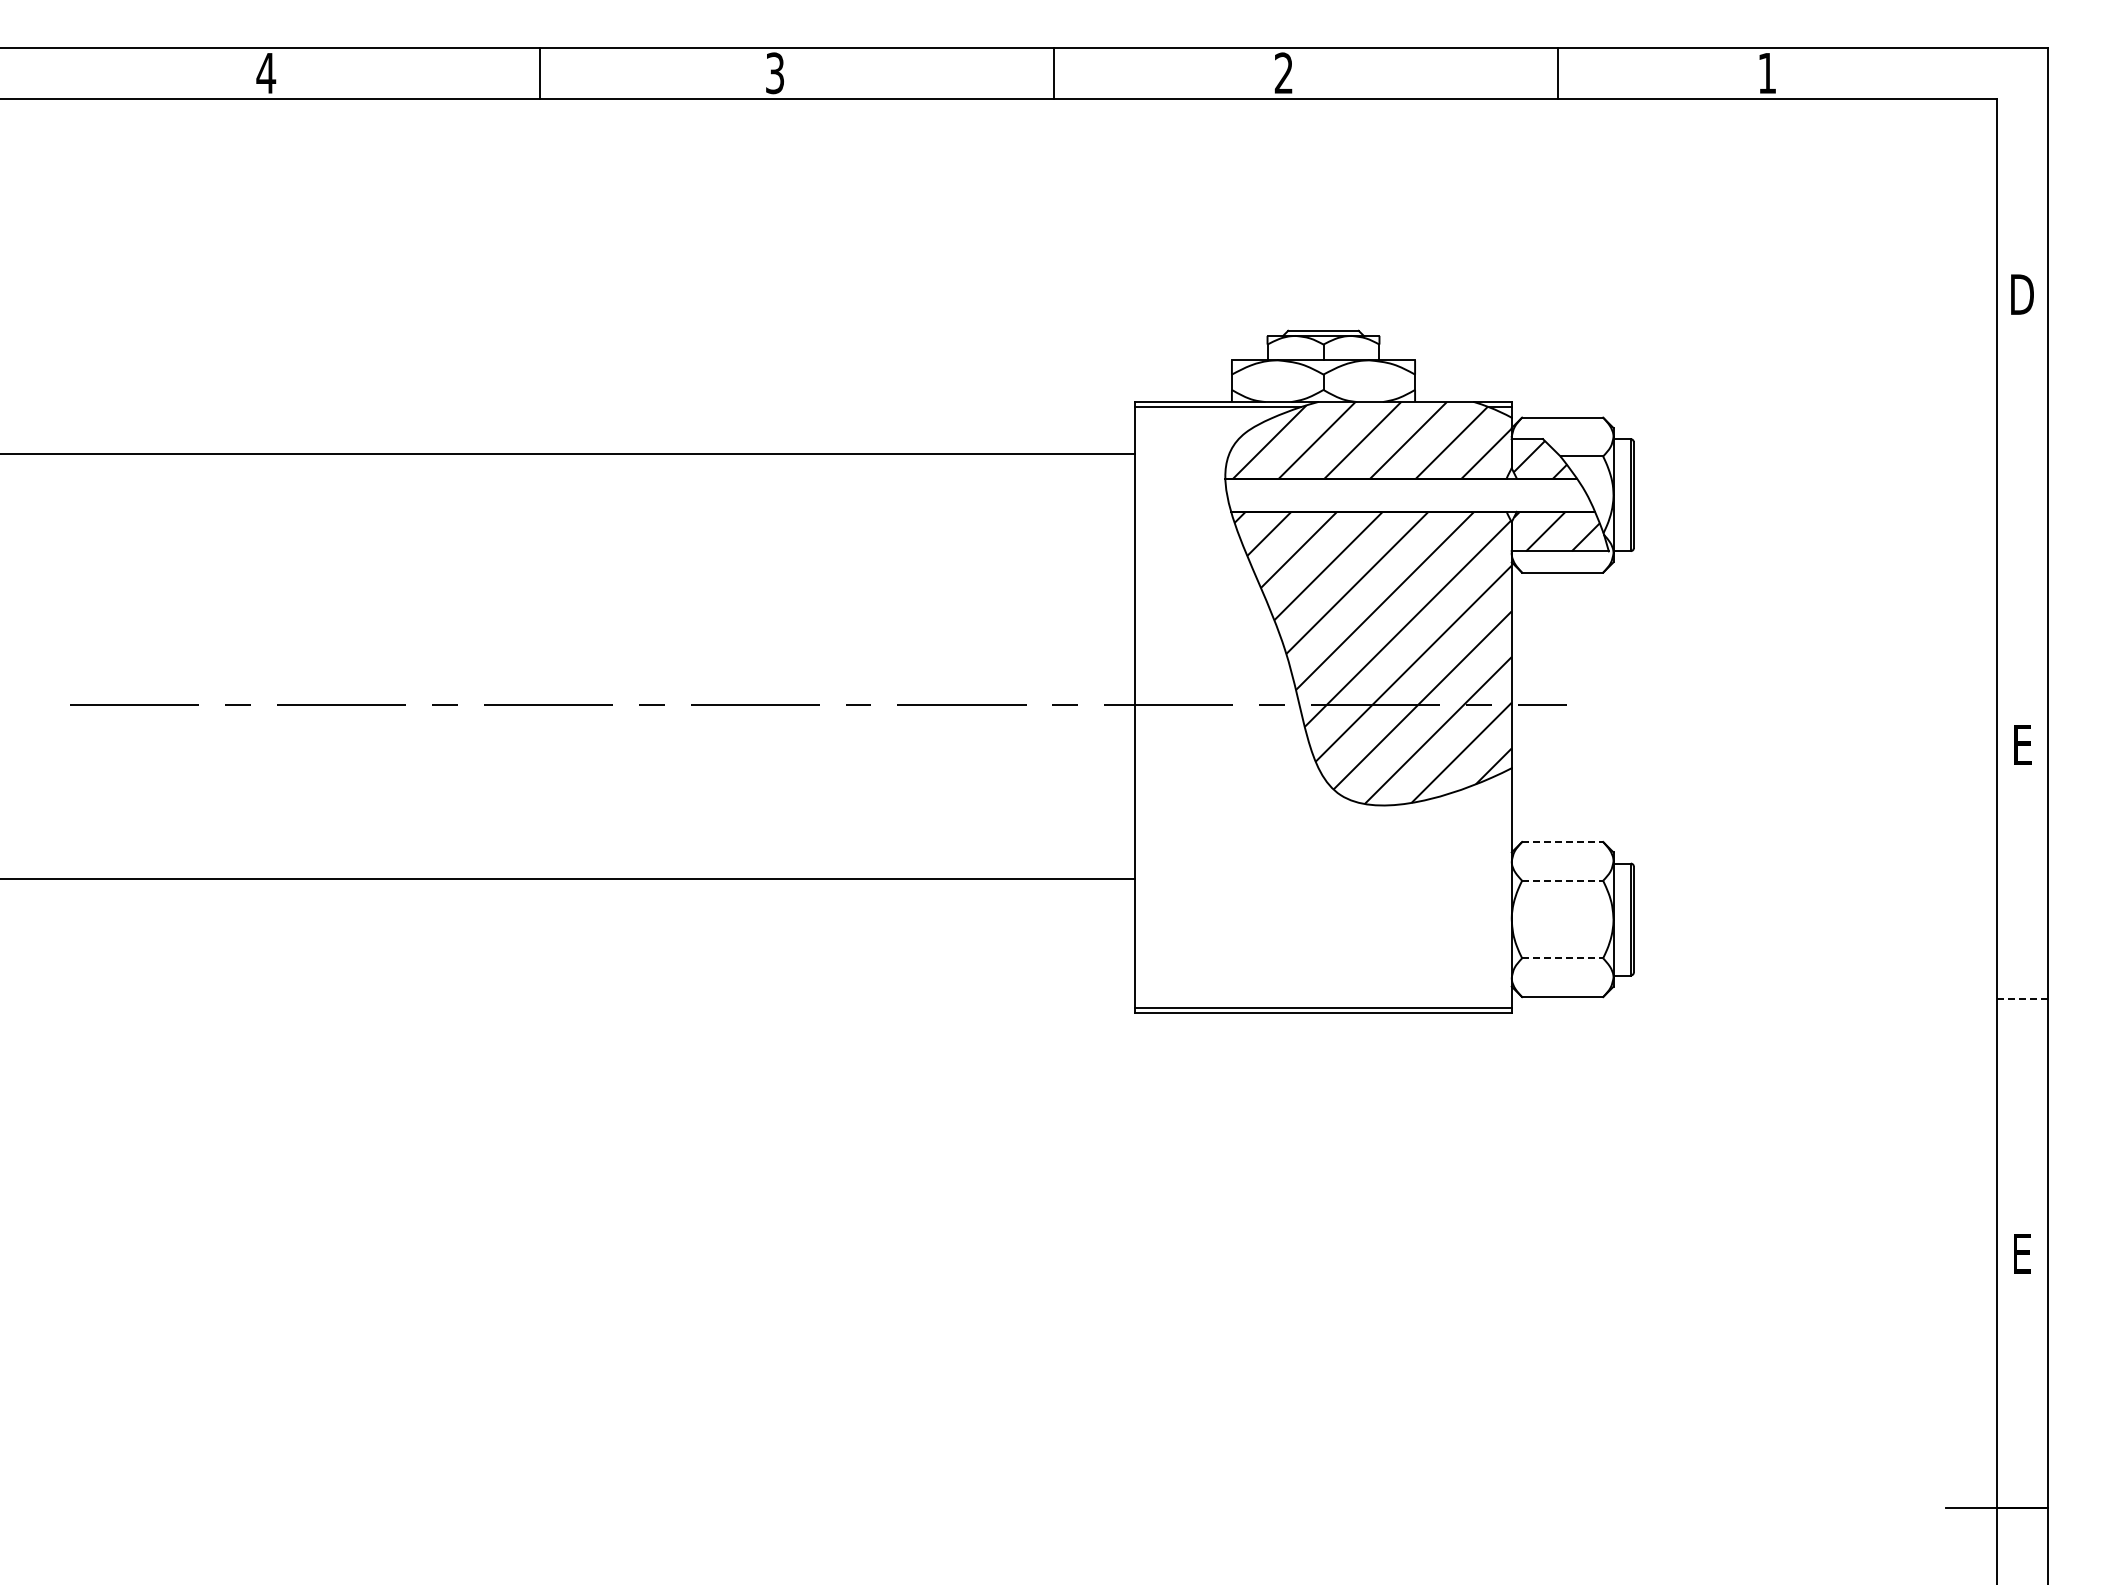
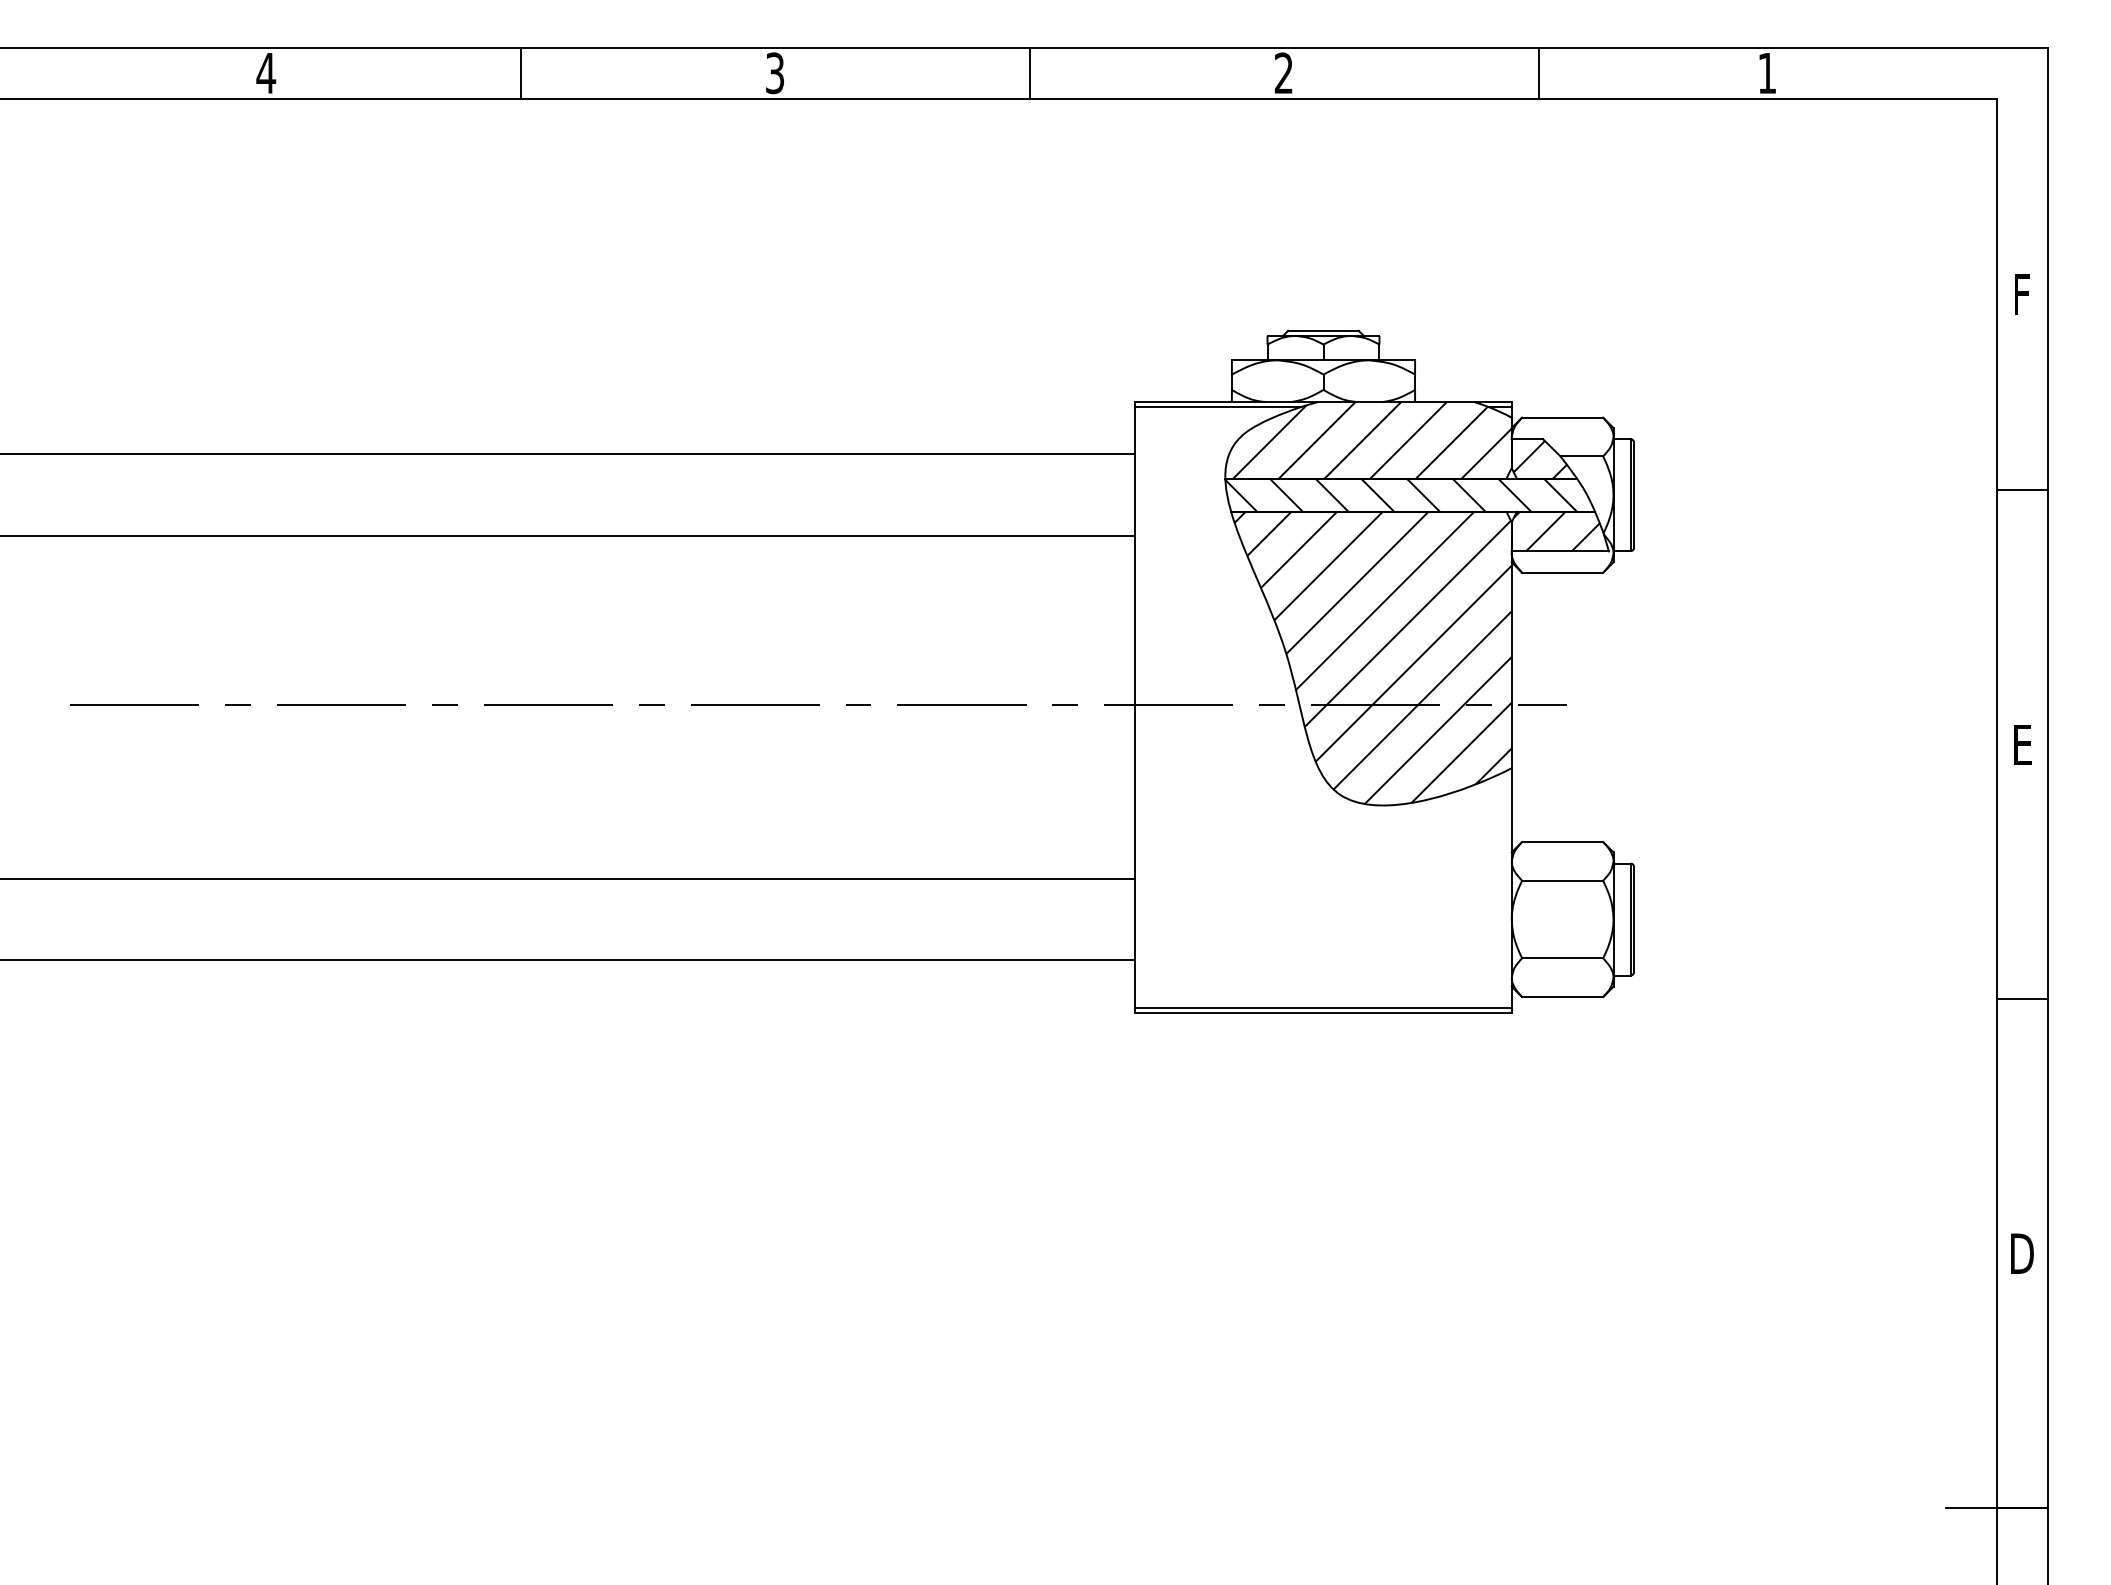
line at (540, 72) position: (540, 72) -> (521, 72)
line at (1054, 72) position: (1054, 72) -> (1030, 72)
line at (1557, 72) position: (1557, 72) -> (1538, 72)
text at (2022, 294): D -> F
line at (2021, 490): none -> present
hatch at (1401, 494): none -> present
line at (568, 535): none -> present
line at (1562, 842): dashed -> solid
line at (1562, 880): dashed -> solid
line at (1562, 958): dashed -> solid
line at (568, 960): none -> present
line at (2022, 999): dashed -> solid
text at (2022, 1253): E -> D
